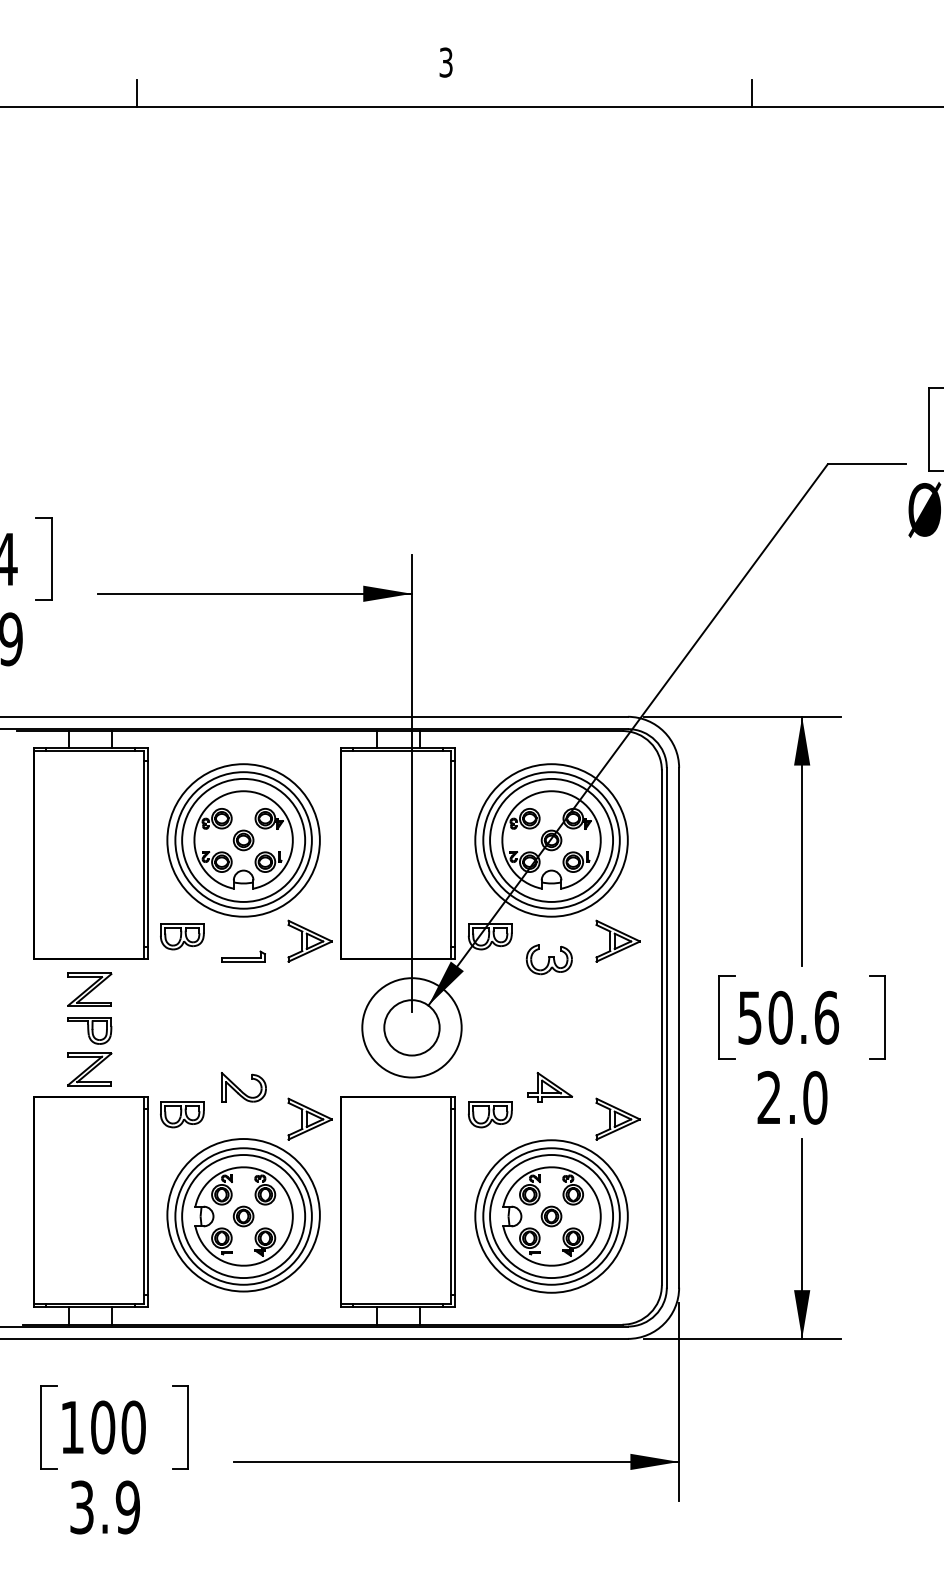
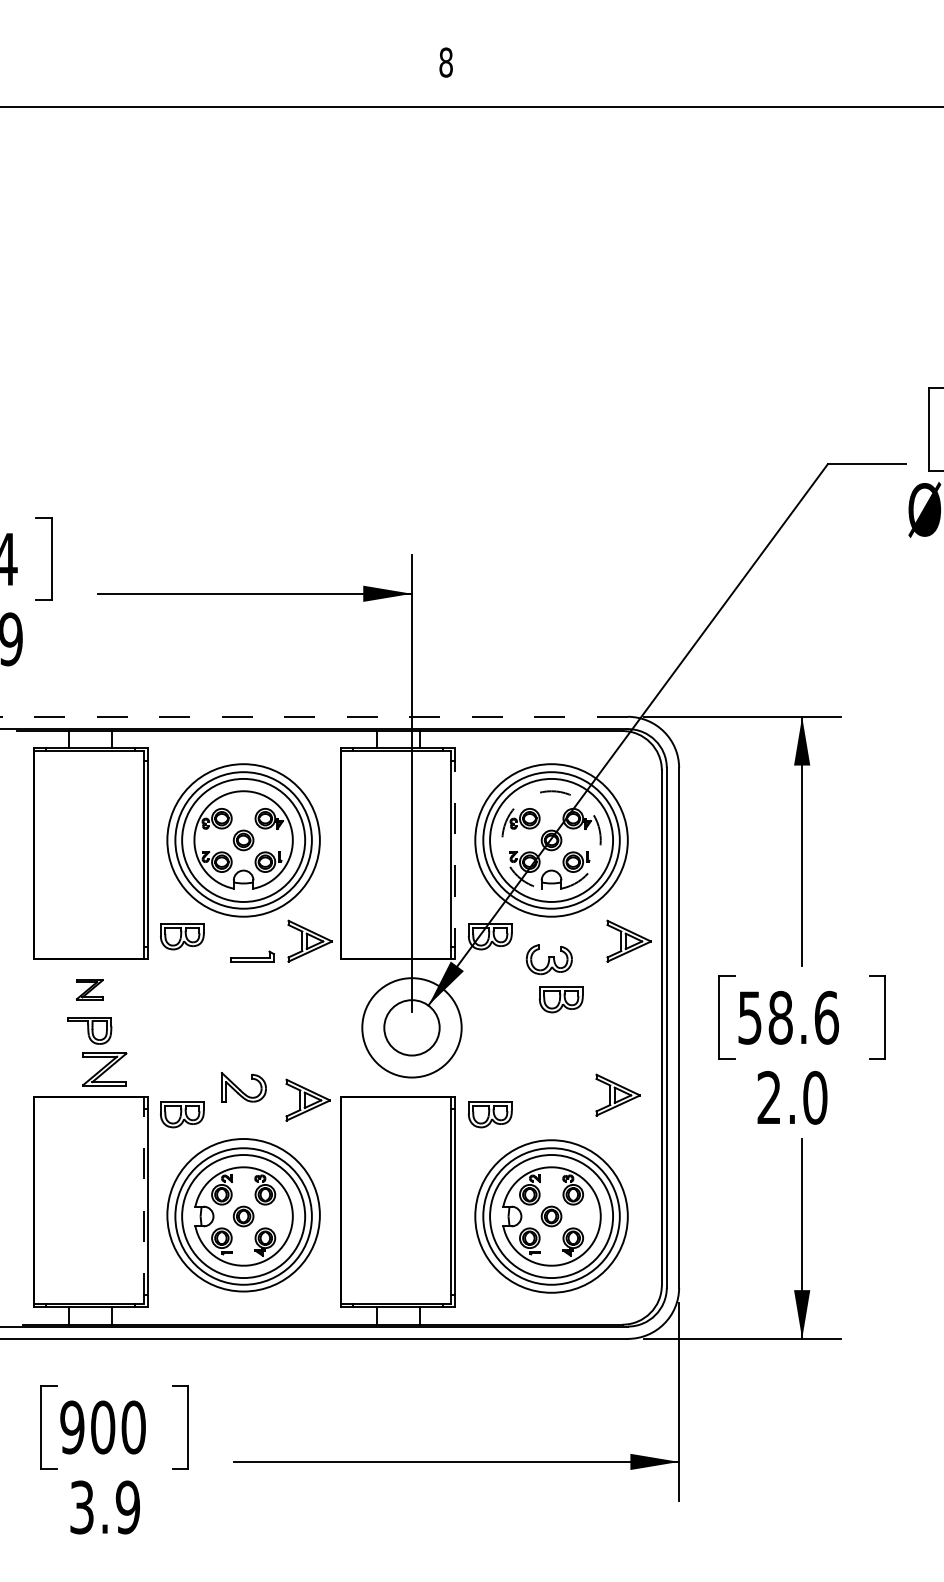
text at (445, 62): 3 -> 8
line at (136, 93): present -> none
line at (751, 93): present -> none
line at (314, 716): solid -> dashed
arc at (551, 791): solid -> dashed
line at (455, 853): solid -> dashed
part at (617, 940) position: (617, 940) -> (628, 940)
part at (243, 956) position: (243, 956) -> (252, 956)
part at (89, 989) size: 46x35 px -> 28x22 px
part at (560, 999): none -> present
text at (780, 1017): 50.6 -> 58.6
part at (89, 1069) position: (89, 1069) -> (104, 1069)
part at (550, 1087): present -> none
part at (309, 1118) position: (309, 1118) -> (307, 1099)
part at (617, 1118) position: (617, 1118) -> (617, 1094)
line at (143, 1200): solid -> dashed
text at (72, 1427): 100 -> 900
